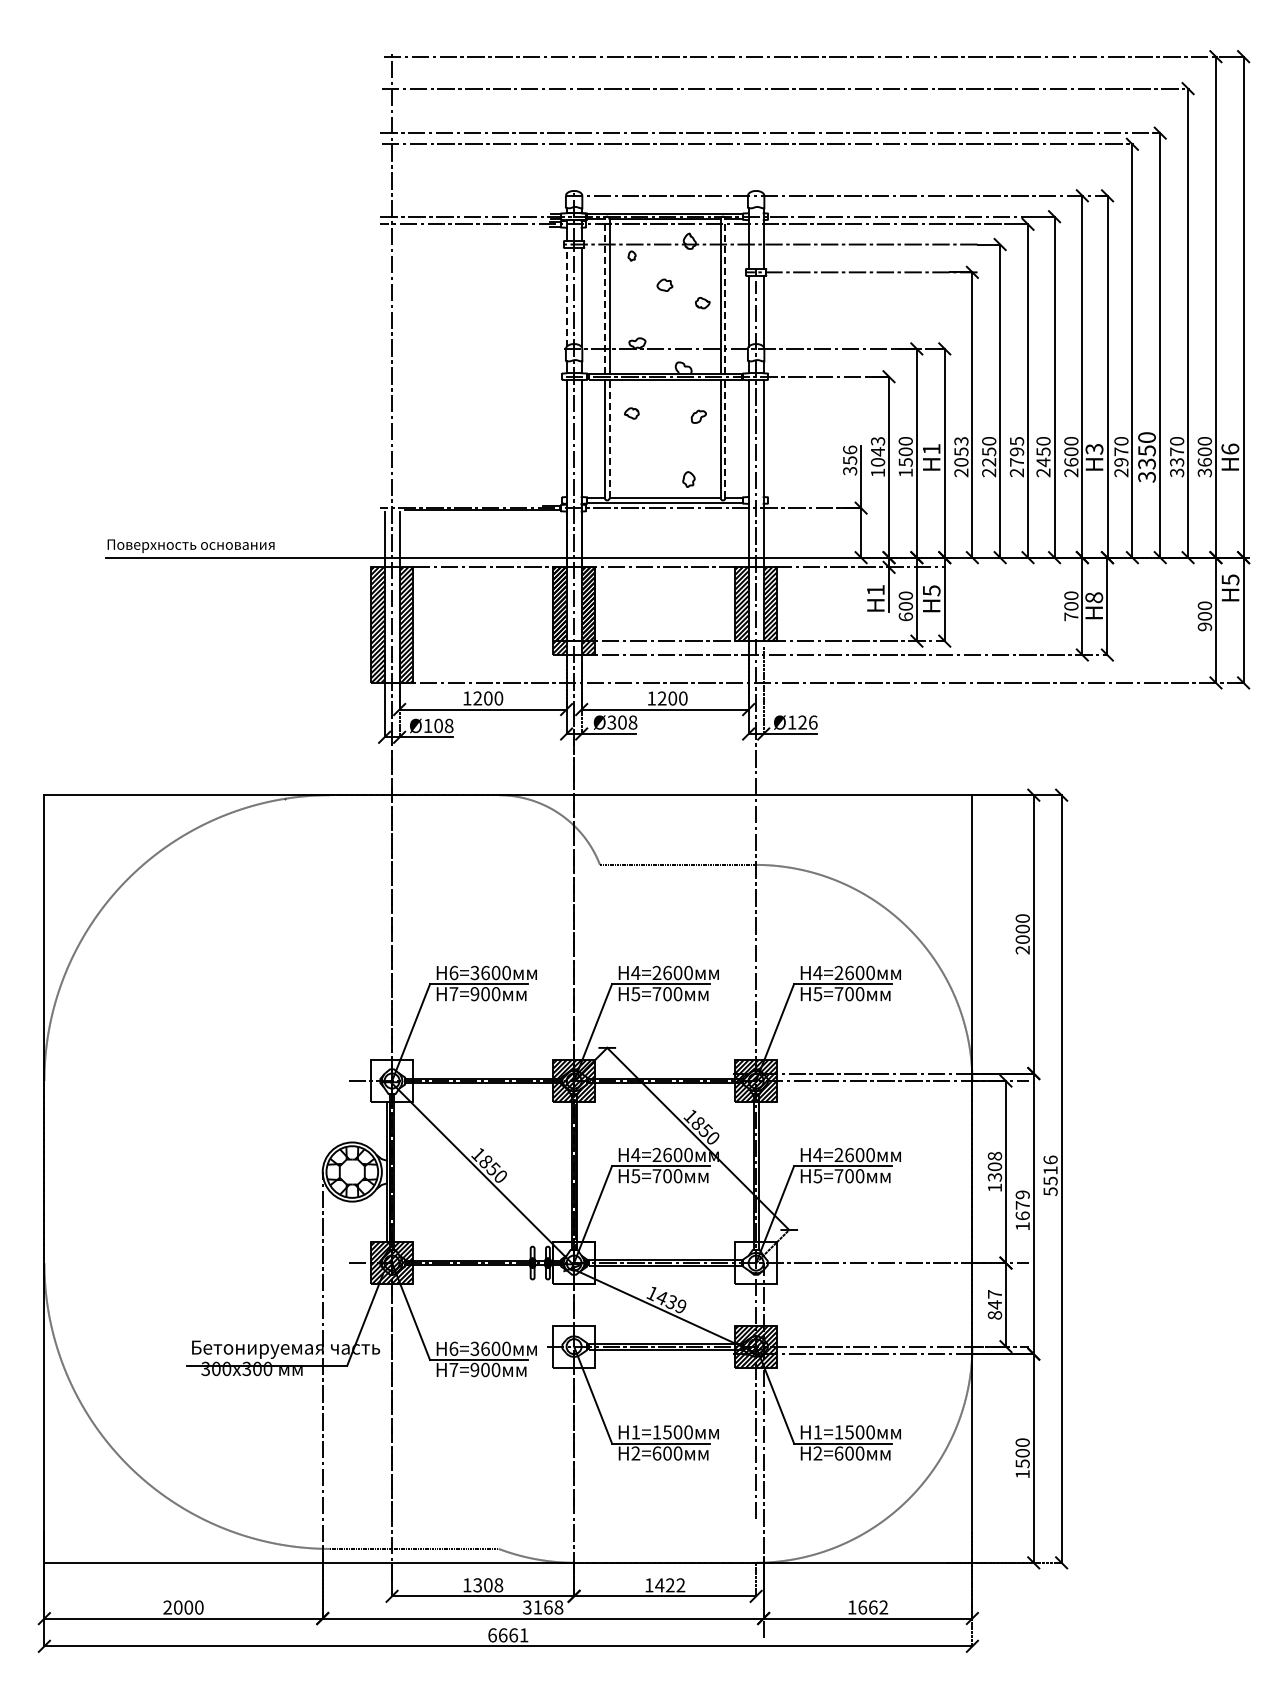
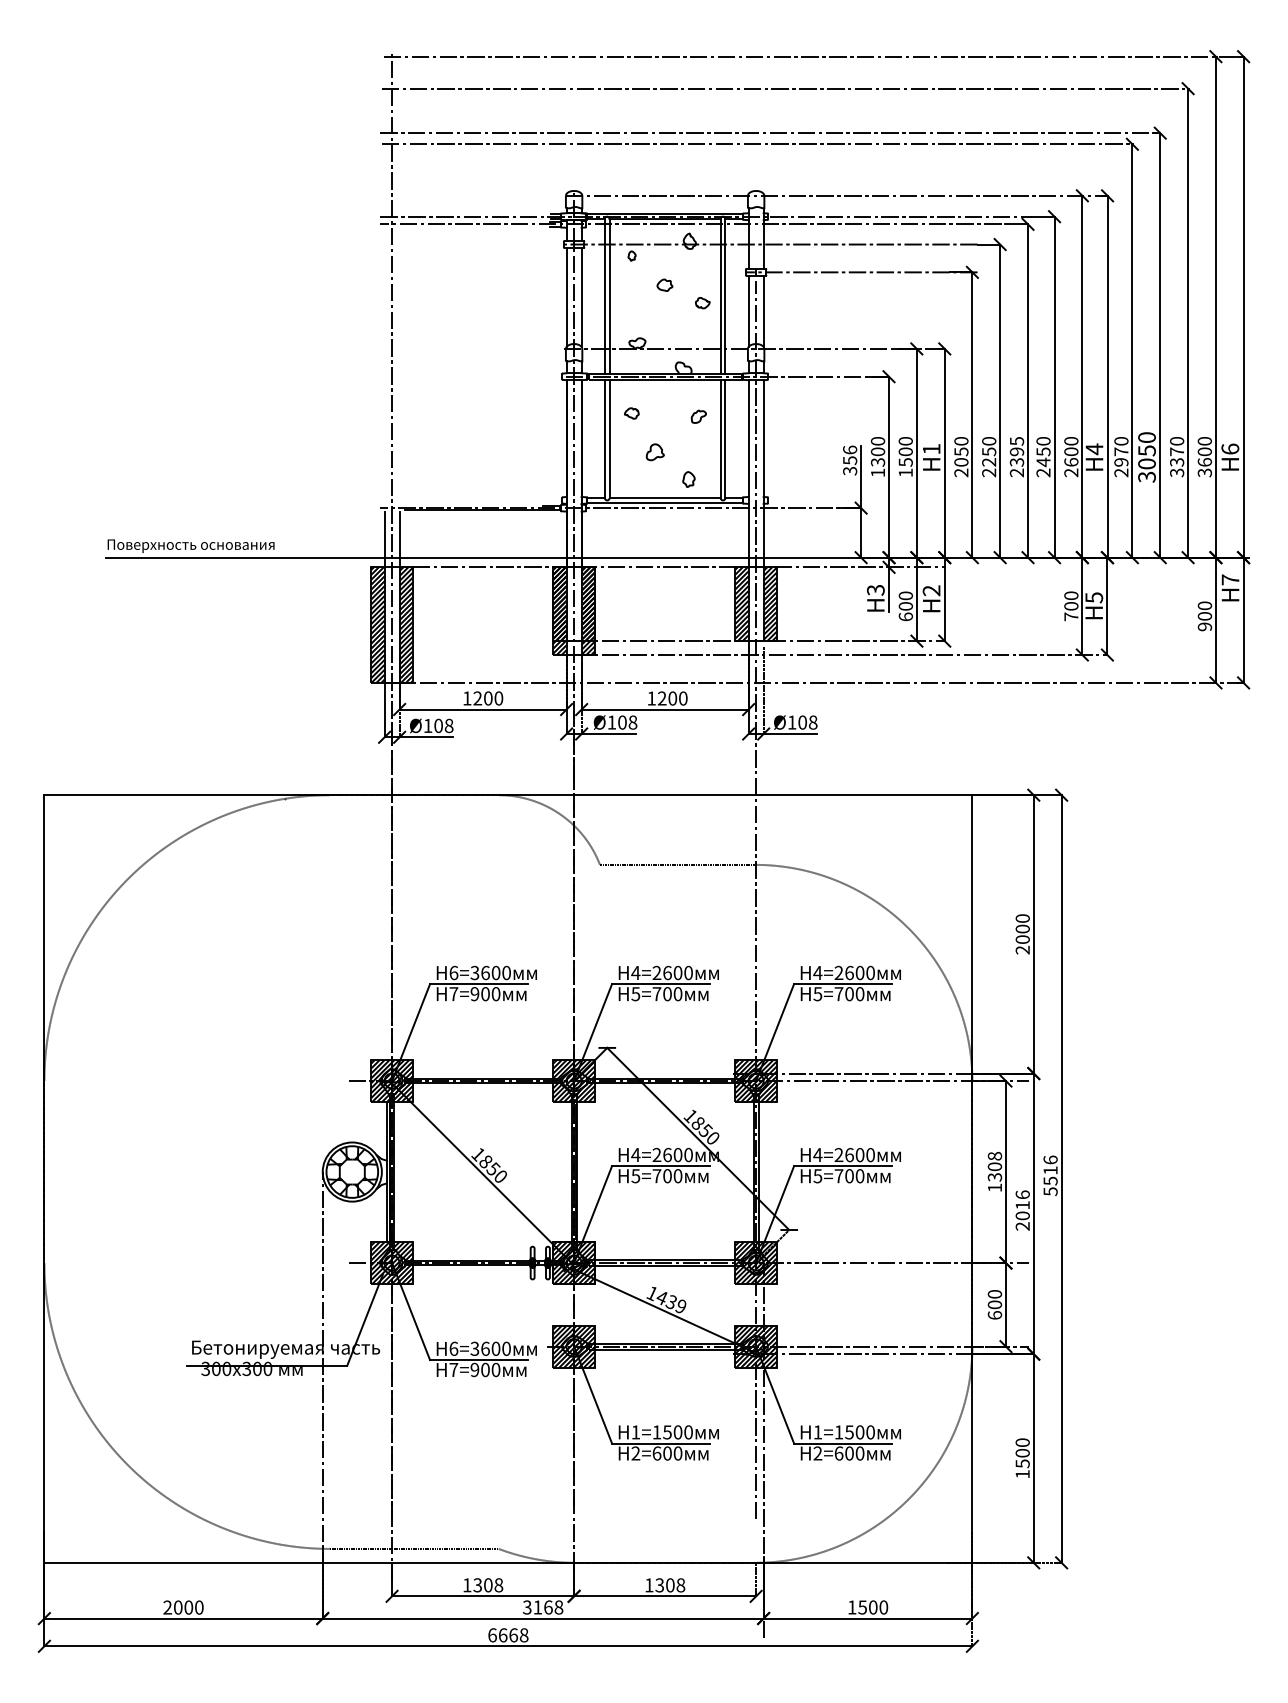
line at (604, 295): dashed -> solid
line at (725, 295): dashed -> solid
line at (566, 296): dashed -> solid
line at (609, 438): dashed -> solid
line at (725, 438): dashed -> solid
text at (961, 441): 2053 -> 2050
text at (1094, 449): H3 -> H4
text at (877, 451): 1043 -> 1300
part at (654, 452): none -> present
text at (1016, 462): 2795 -> 2395
text at (1146, 463): 3350 -> 3050
text at (1230, 579): H5 -> H7
text at (875, 590): H1 -> H3
text at (931, 590): H5 -> H2
text at (1094, 597): H8 -> H5
text at (611, 722): Ø308 -> Ø108
text at (807, 722): Ø126 -> Ø108
hatch at (391, 1080): none -> present
text at (1022, 1210): 1679 -> 2016
hatch at (574, 1262): none -> present
hatch at (756, 1263): none -> present
text at (994, 1304): 847 -> 600
hatch at (574, 1346): none -> present
text at (670, 1585): 1422 -> 1308
text at (873, 1607): 1662 -> 1500
text at (523, 1635): 6661 -> 6668
